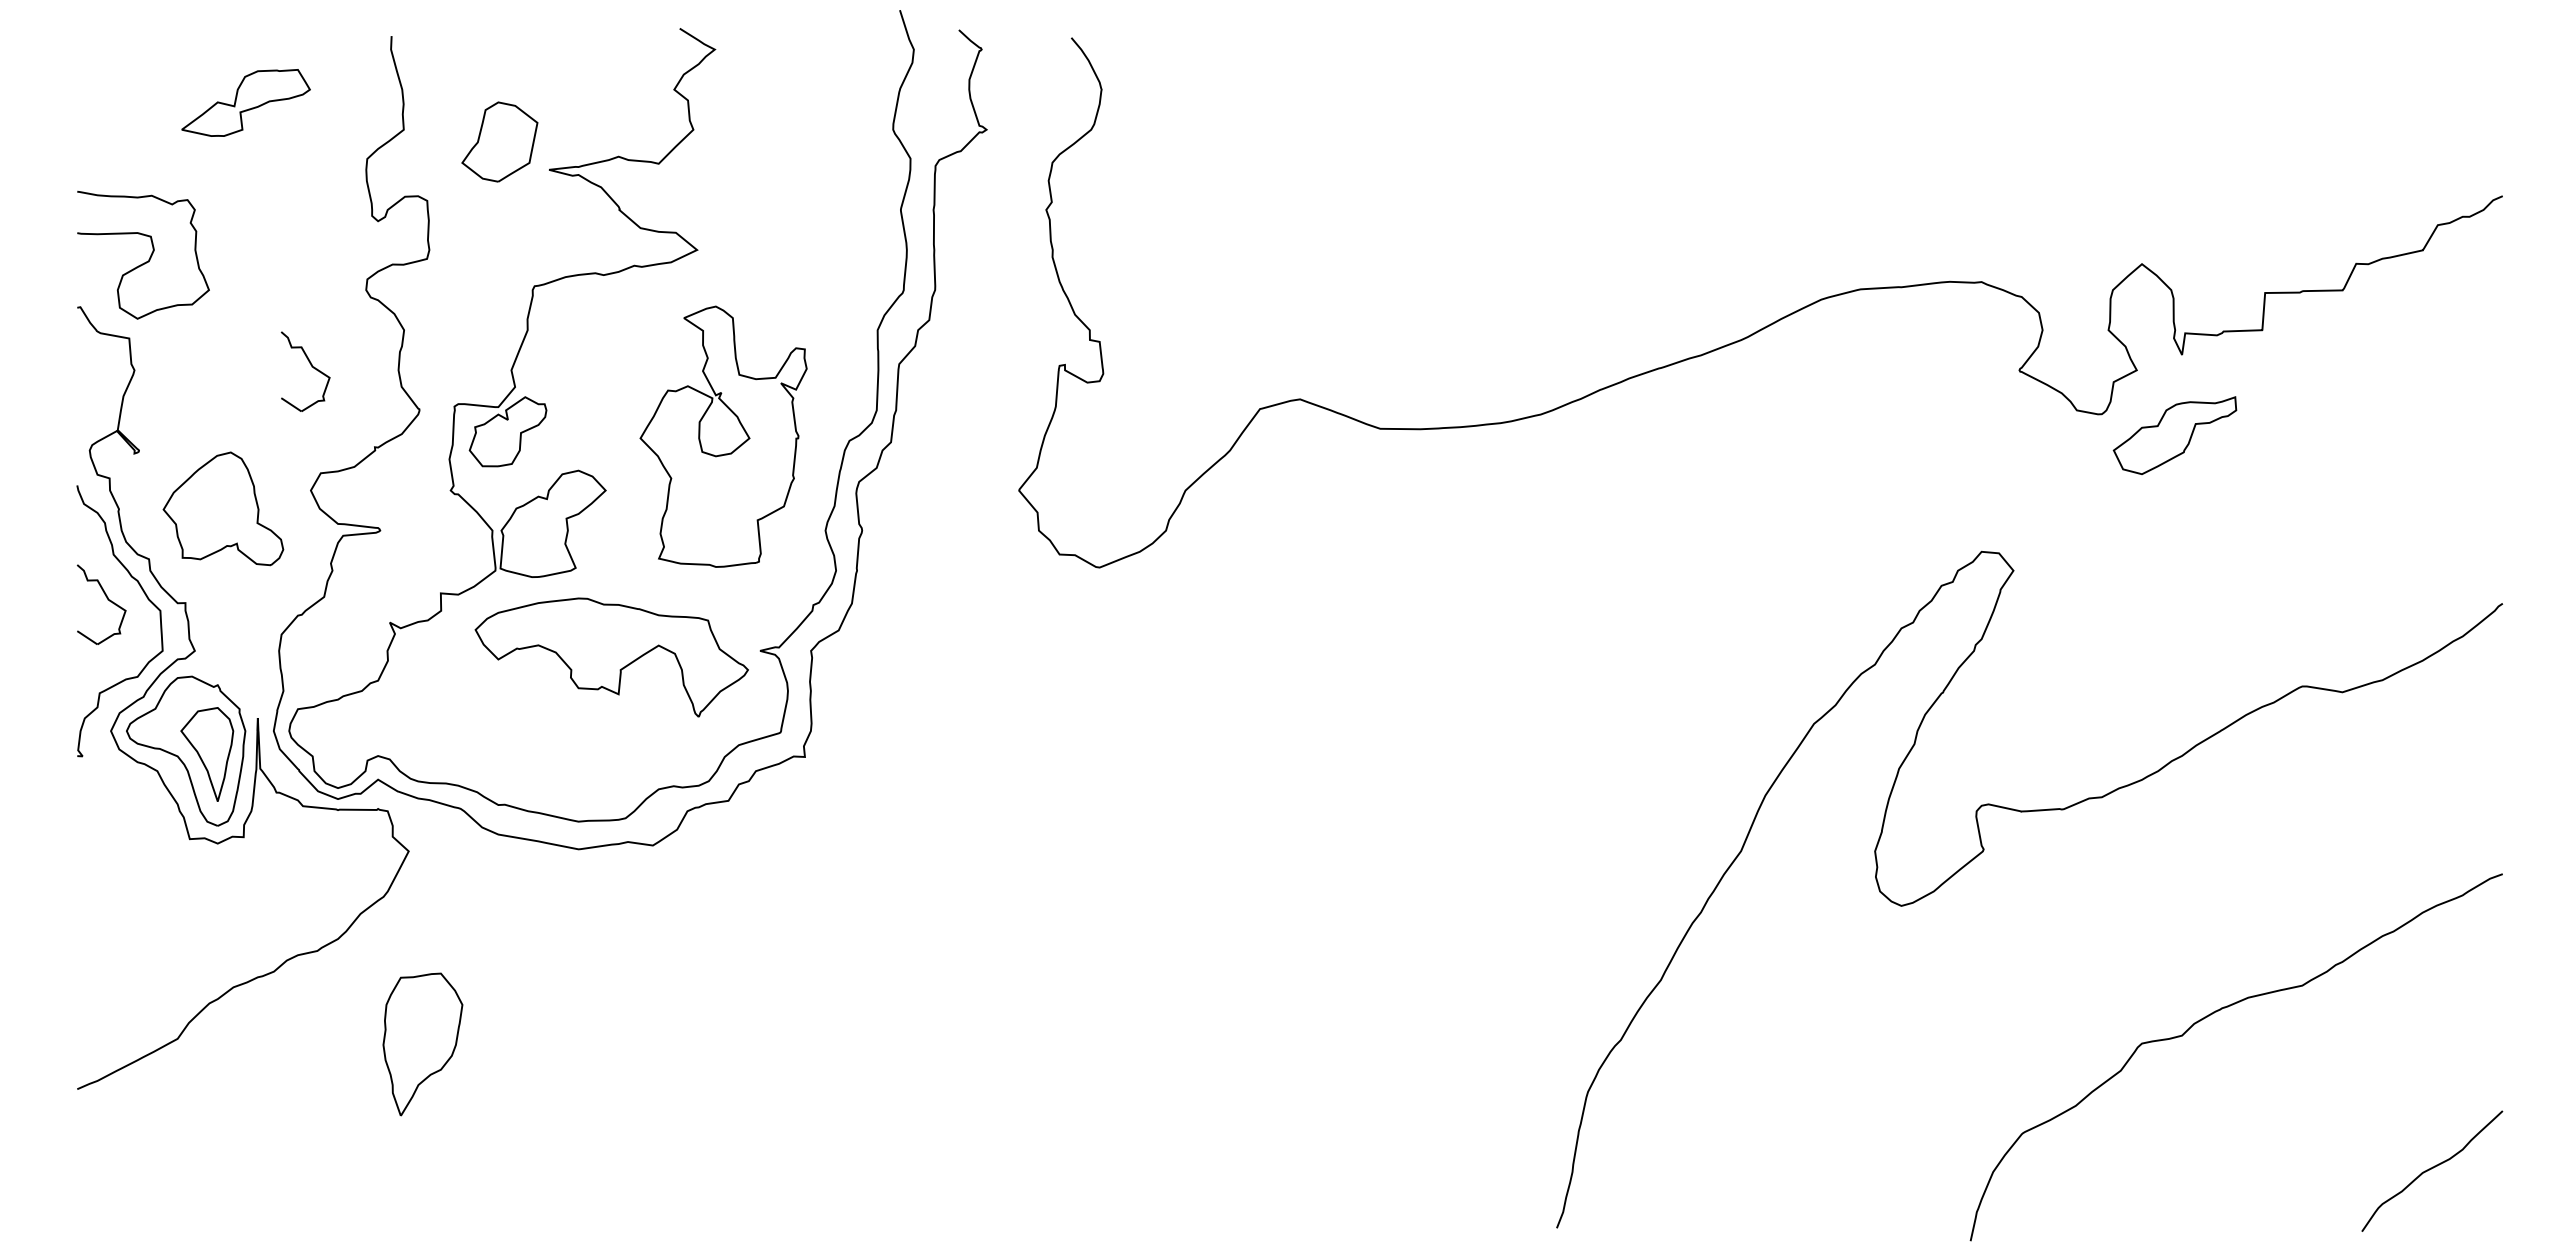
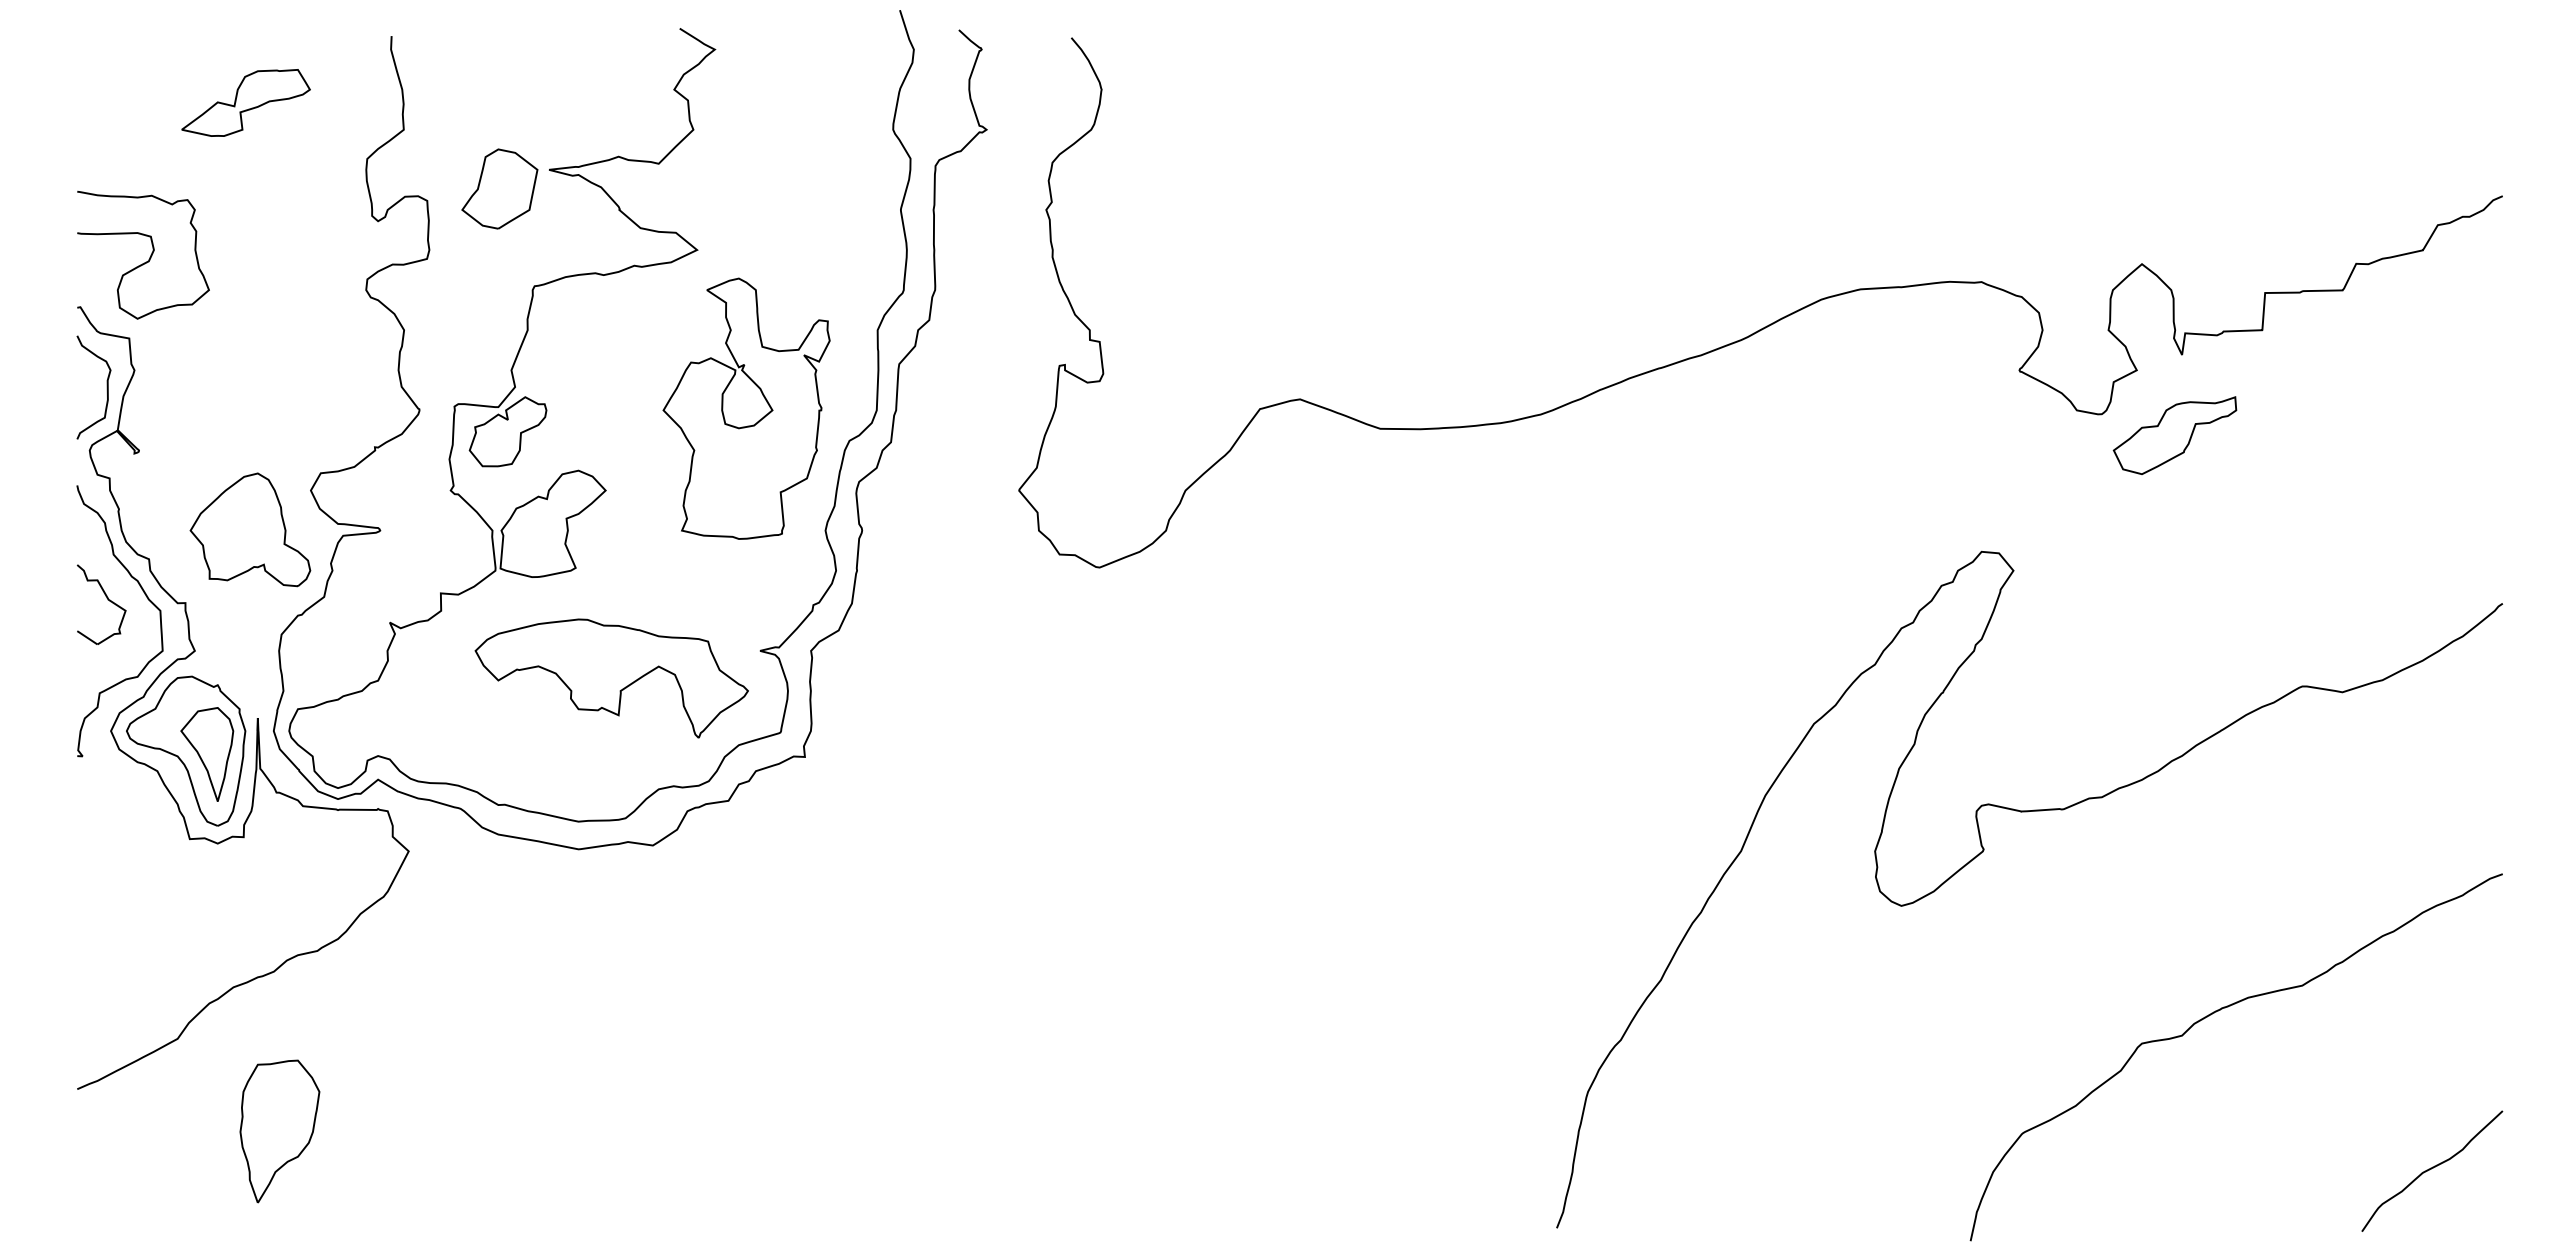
part at (499, 141) position: (499, 141) -> (499, 188)
part at (310, 365): present -> none
curve at (106, 387): none -> present
part at (735, 448) position: (735, 448) -> (758, 420)
part at (223, 508) position: (223, 508) -> (250, 529)
part at (611, 657) position: (611, 657) -> (611, 678)
part at (422, 1044) position: (422, 1044) -> (279, 1131)
